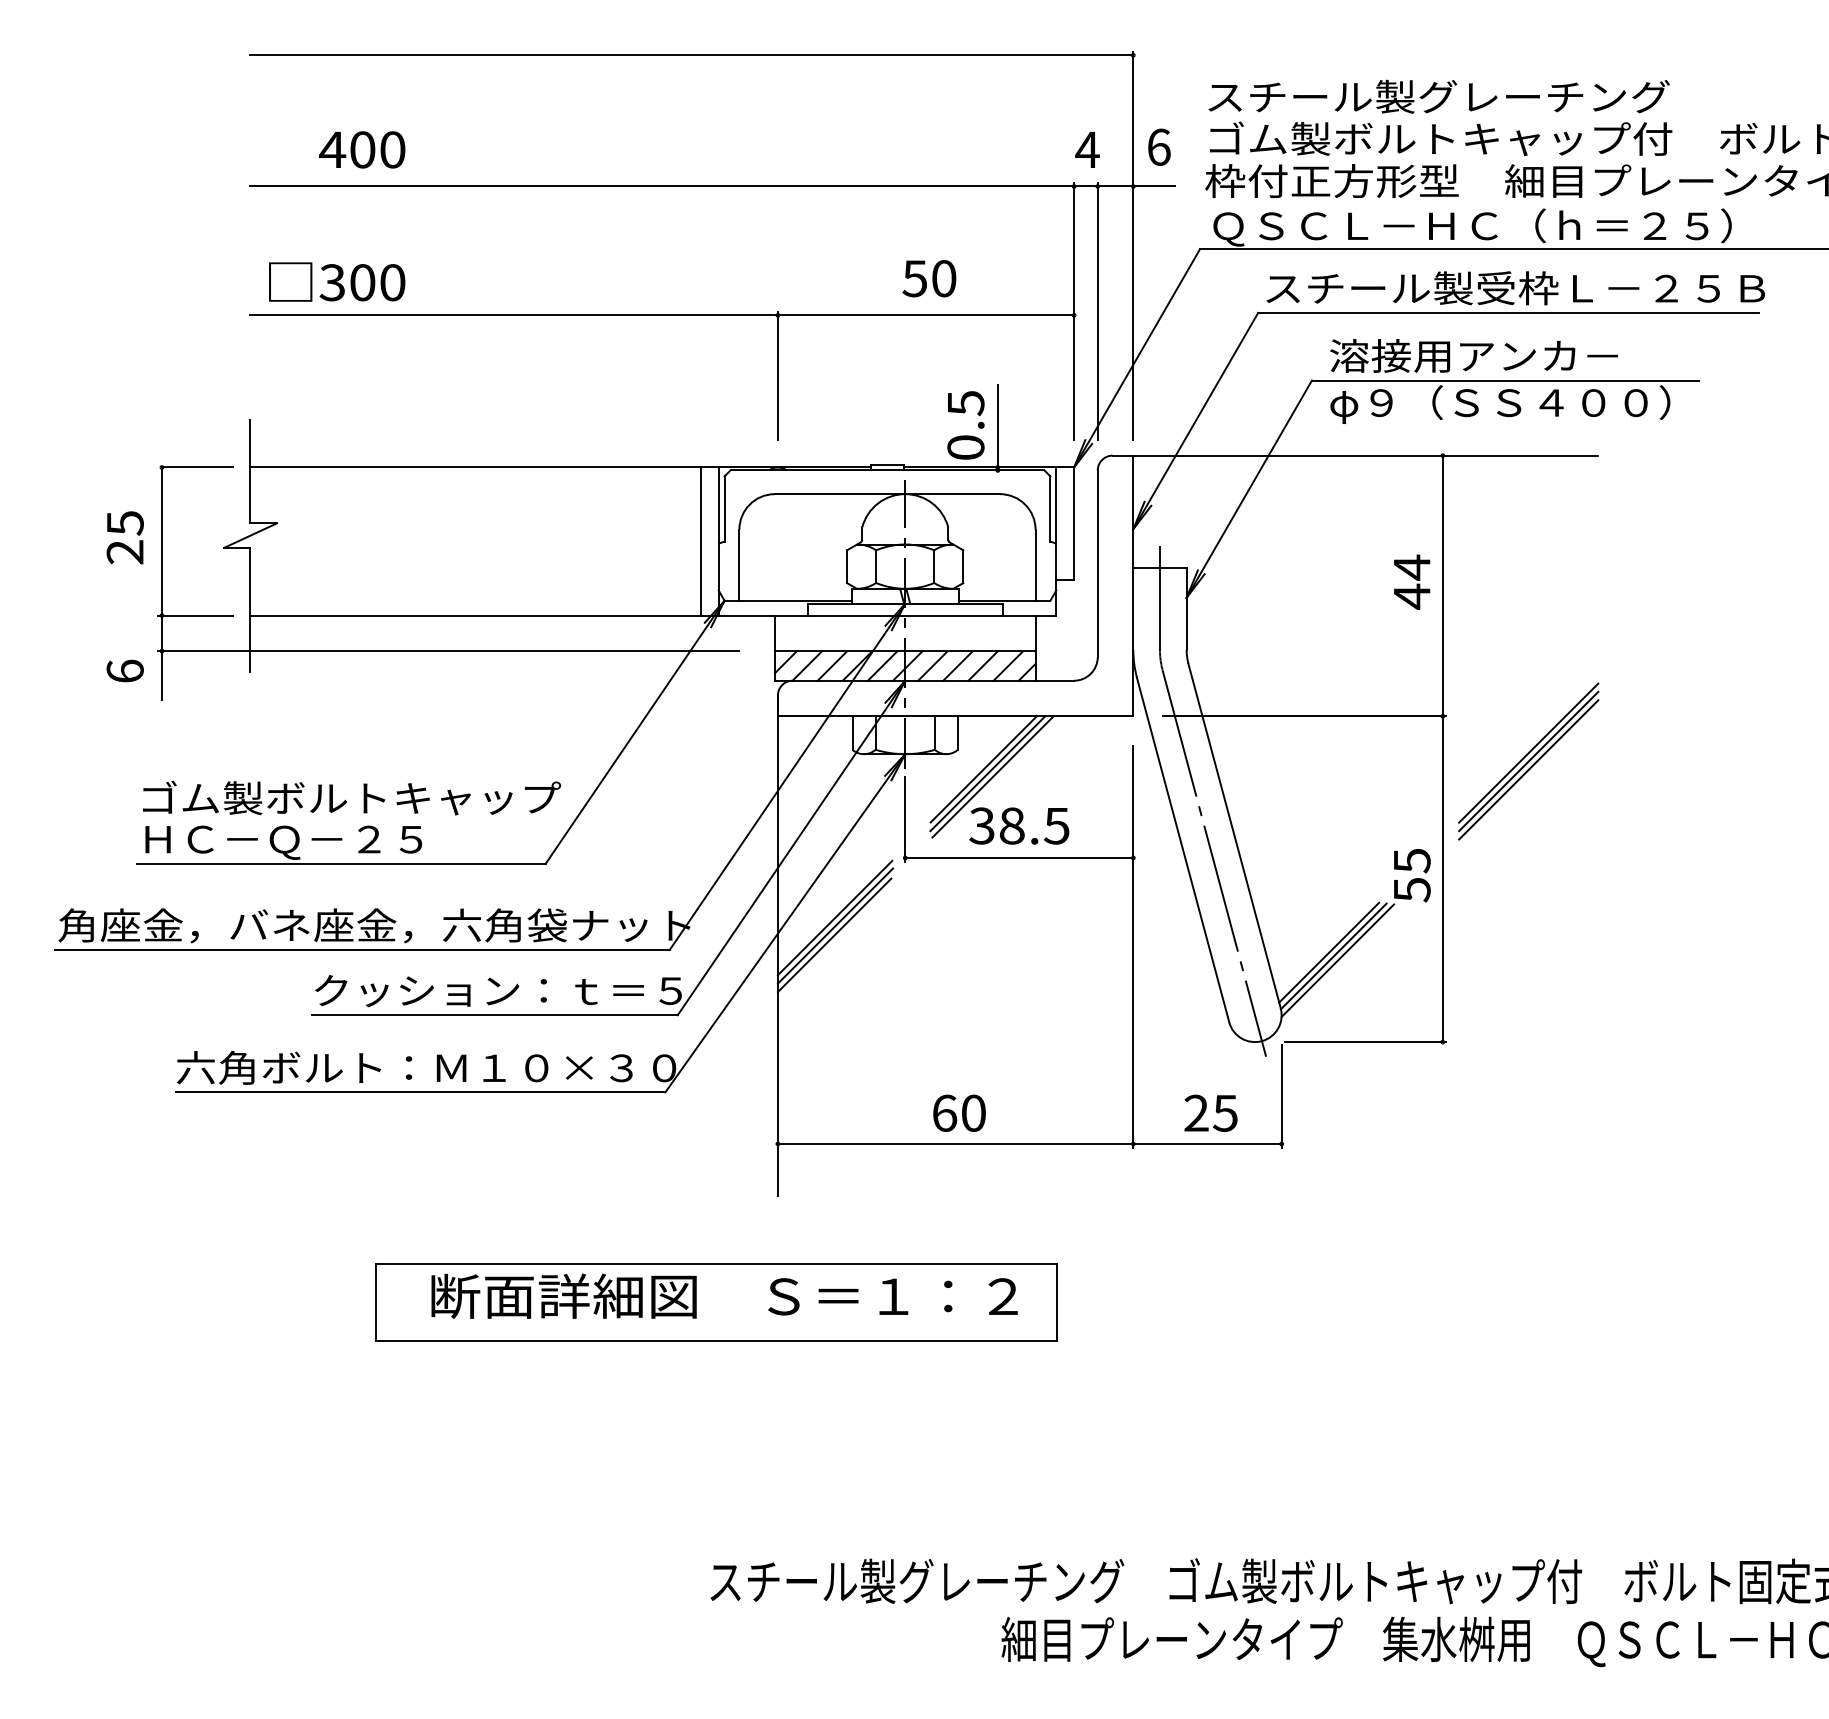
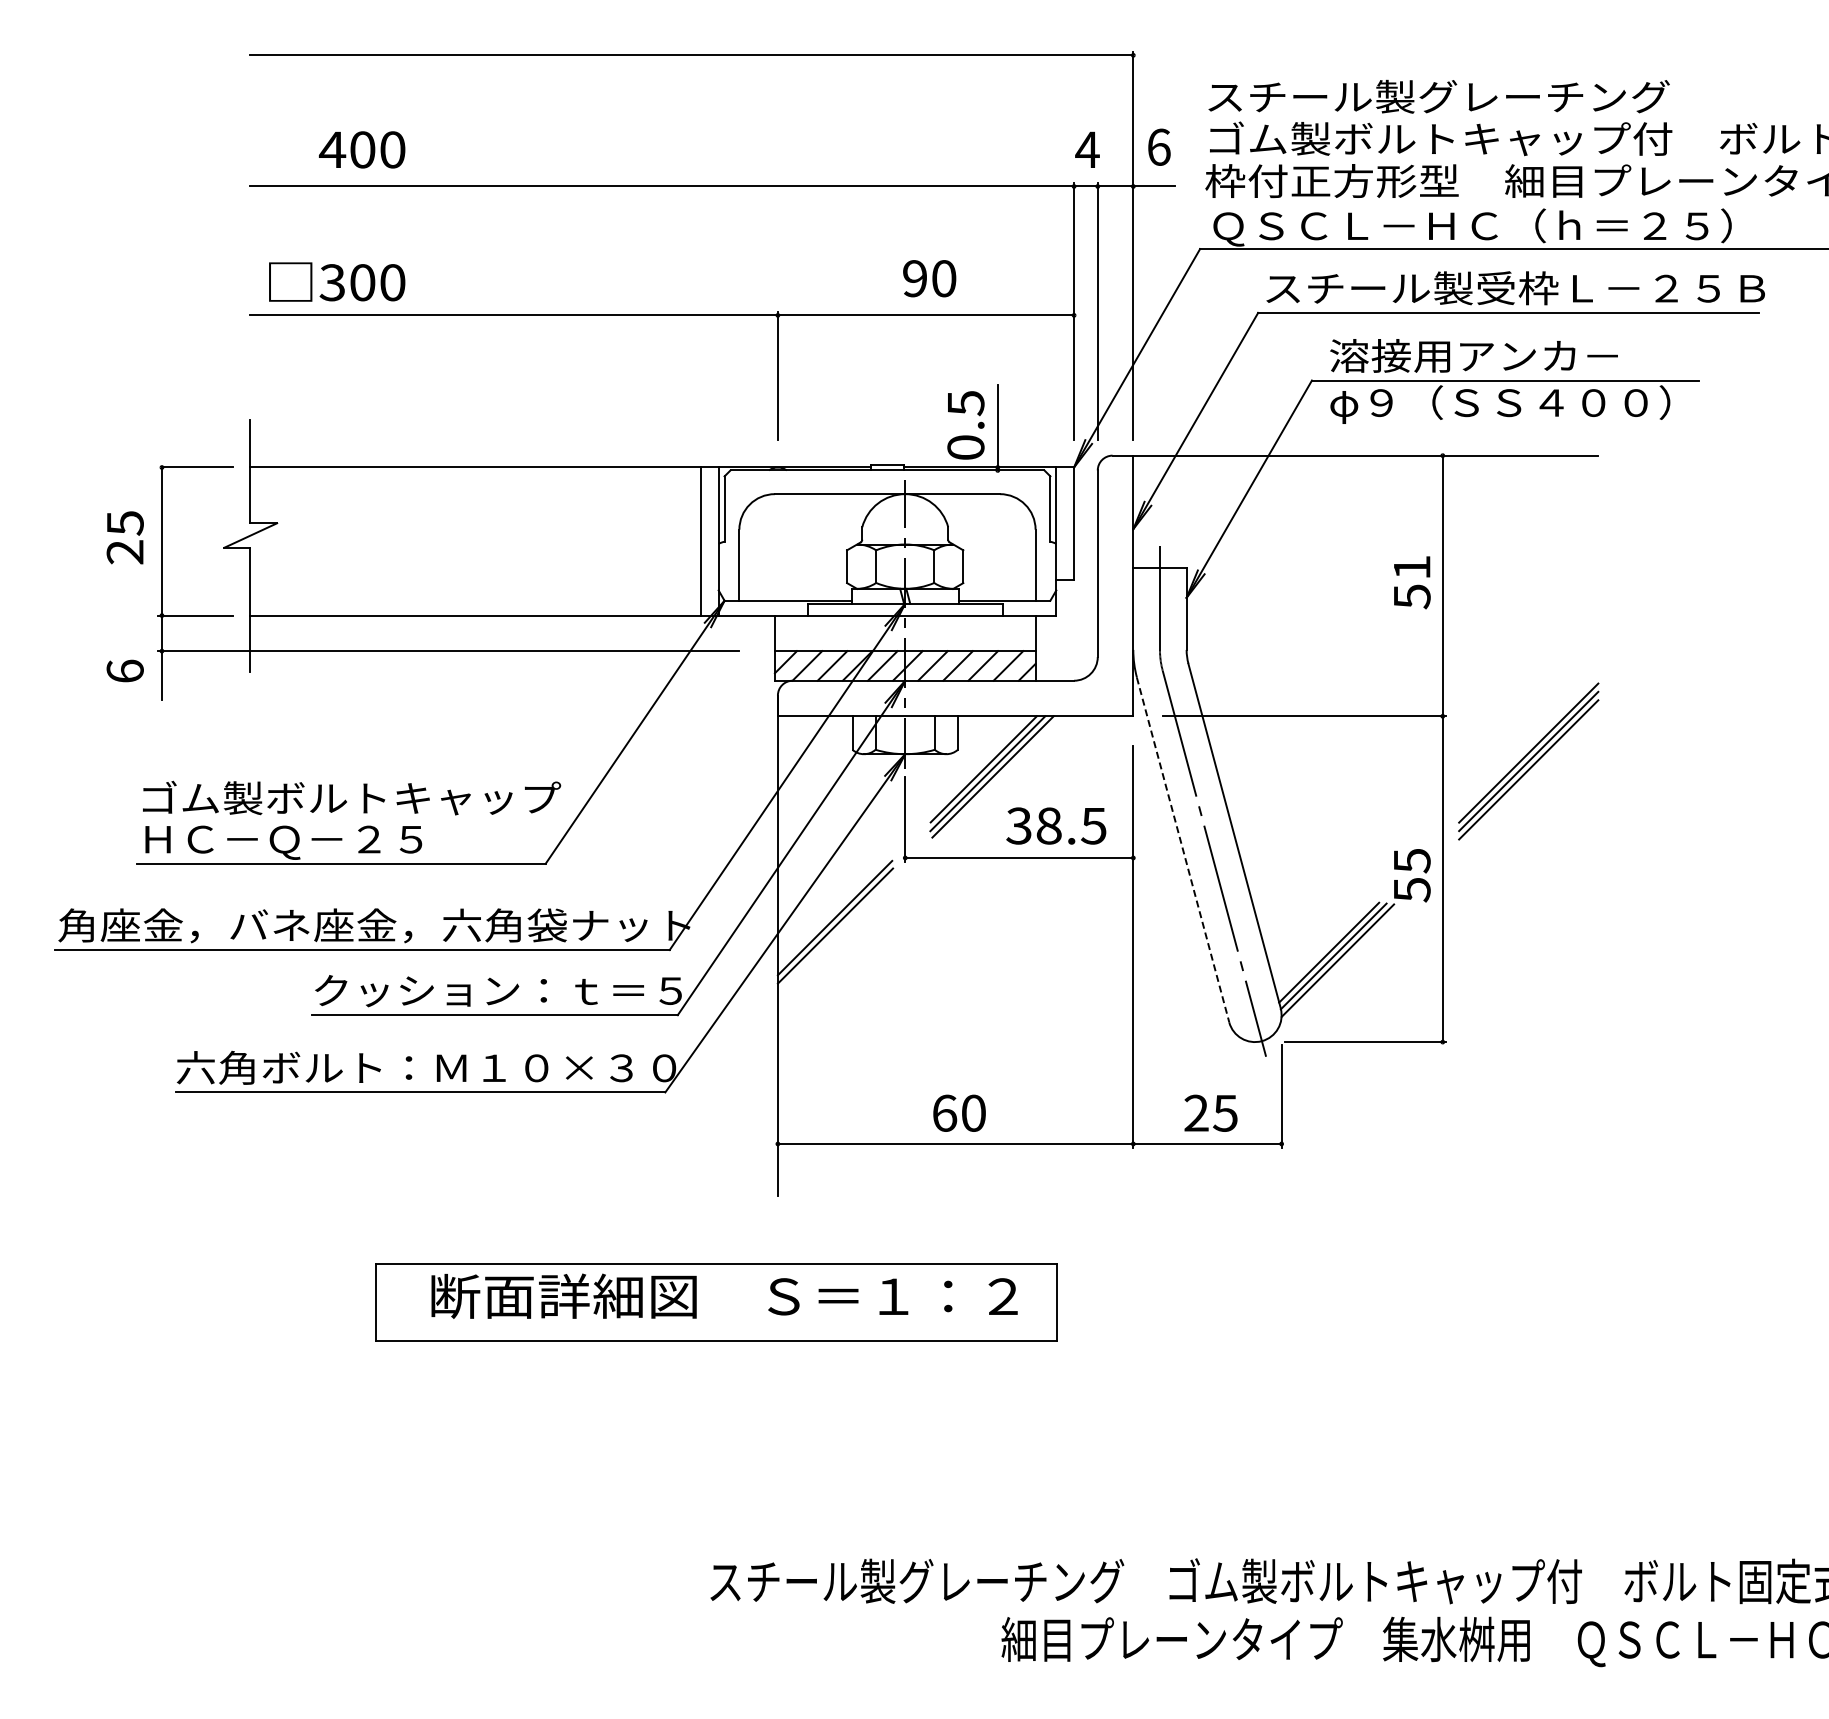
text at (914, 278): 50 -> 90
text at (1412, 581): 44 -> 51
text at (1019, 825) position: (1019, 825) -> (1056, 825)
line at (1183, 850): solid -> dashed
line at (834, 935): present -> none
